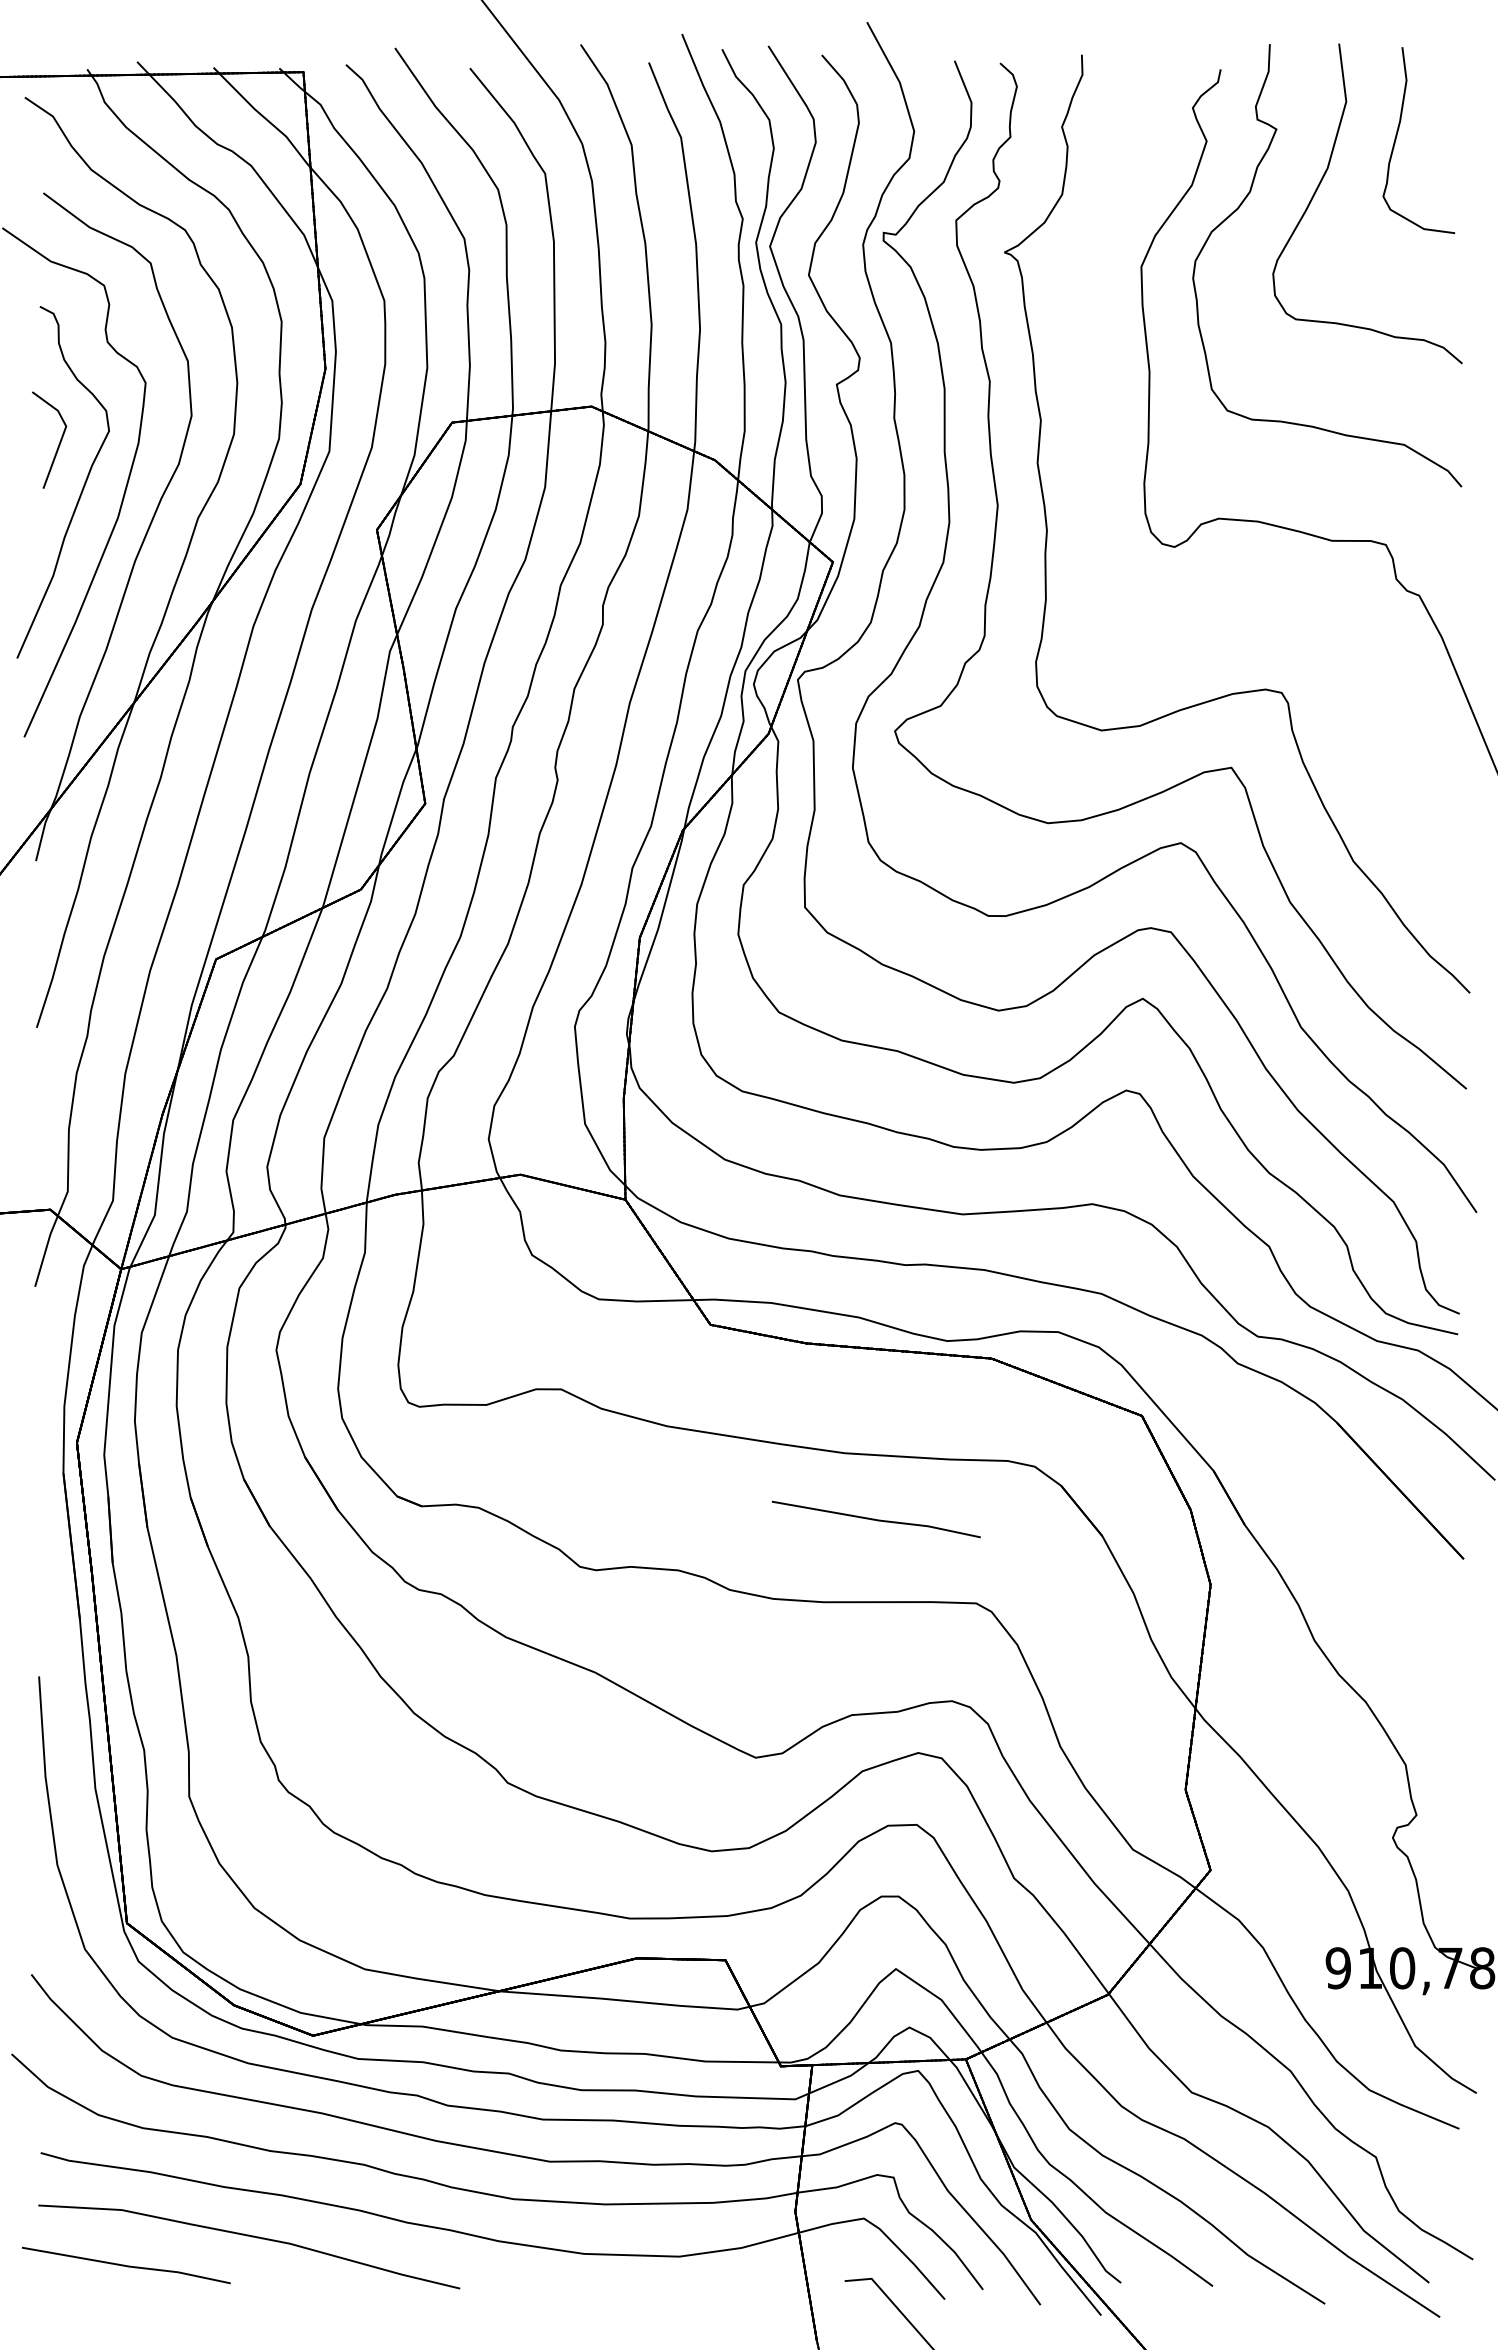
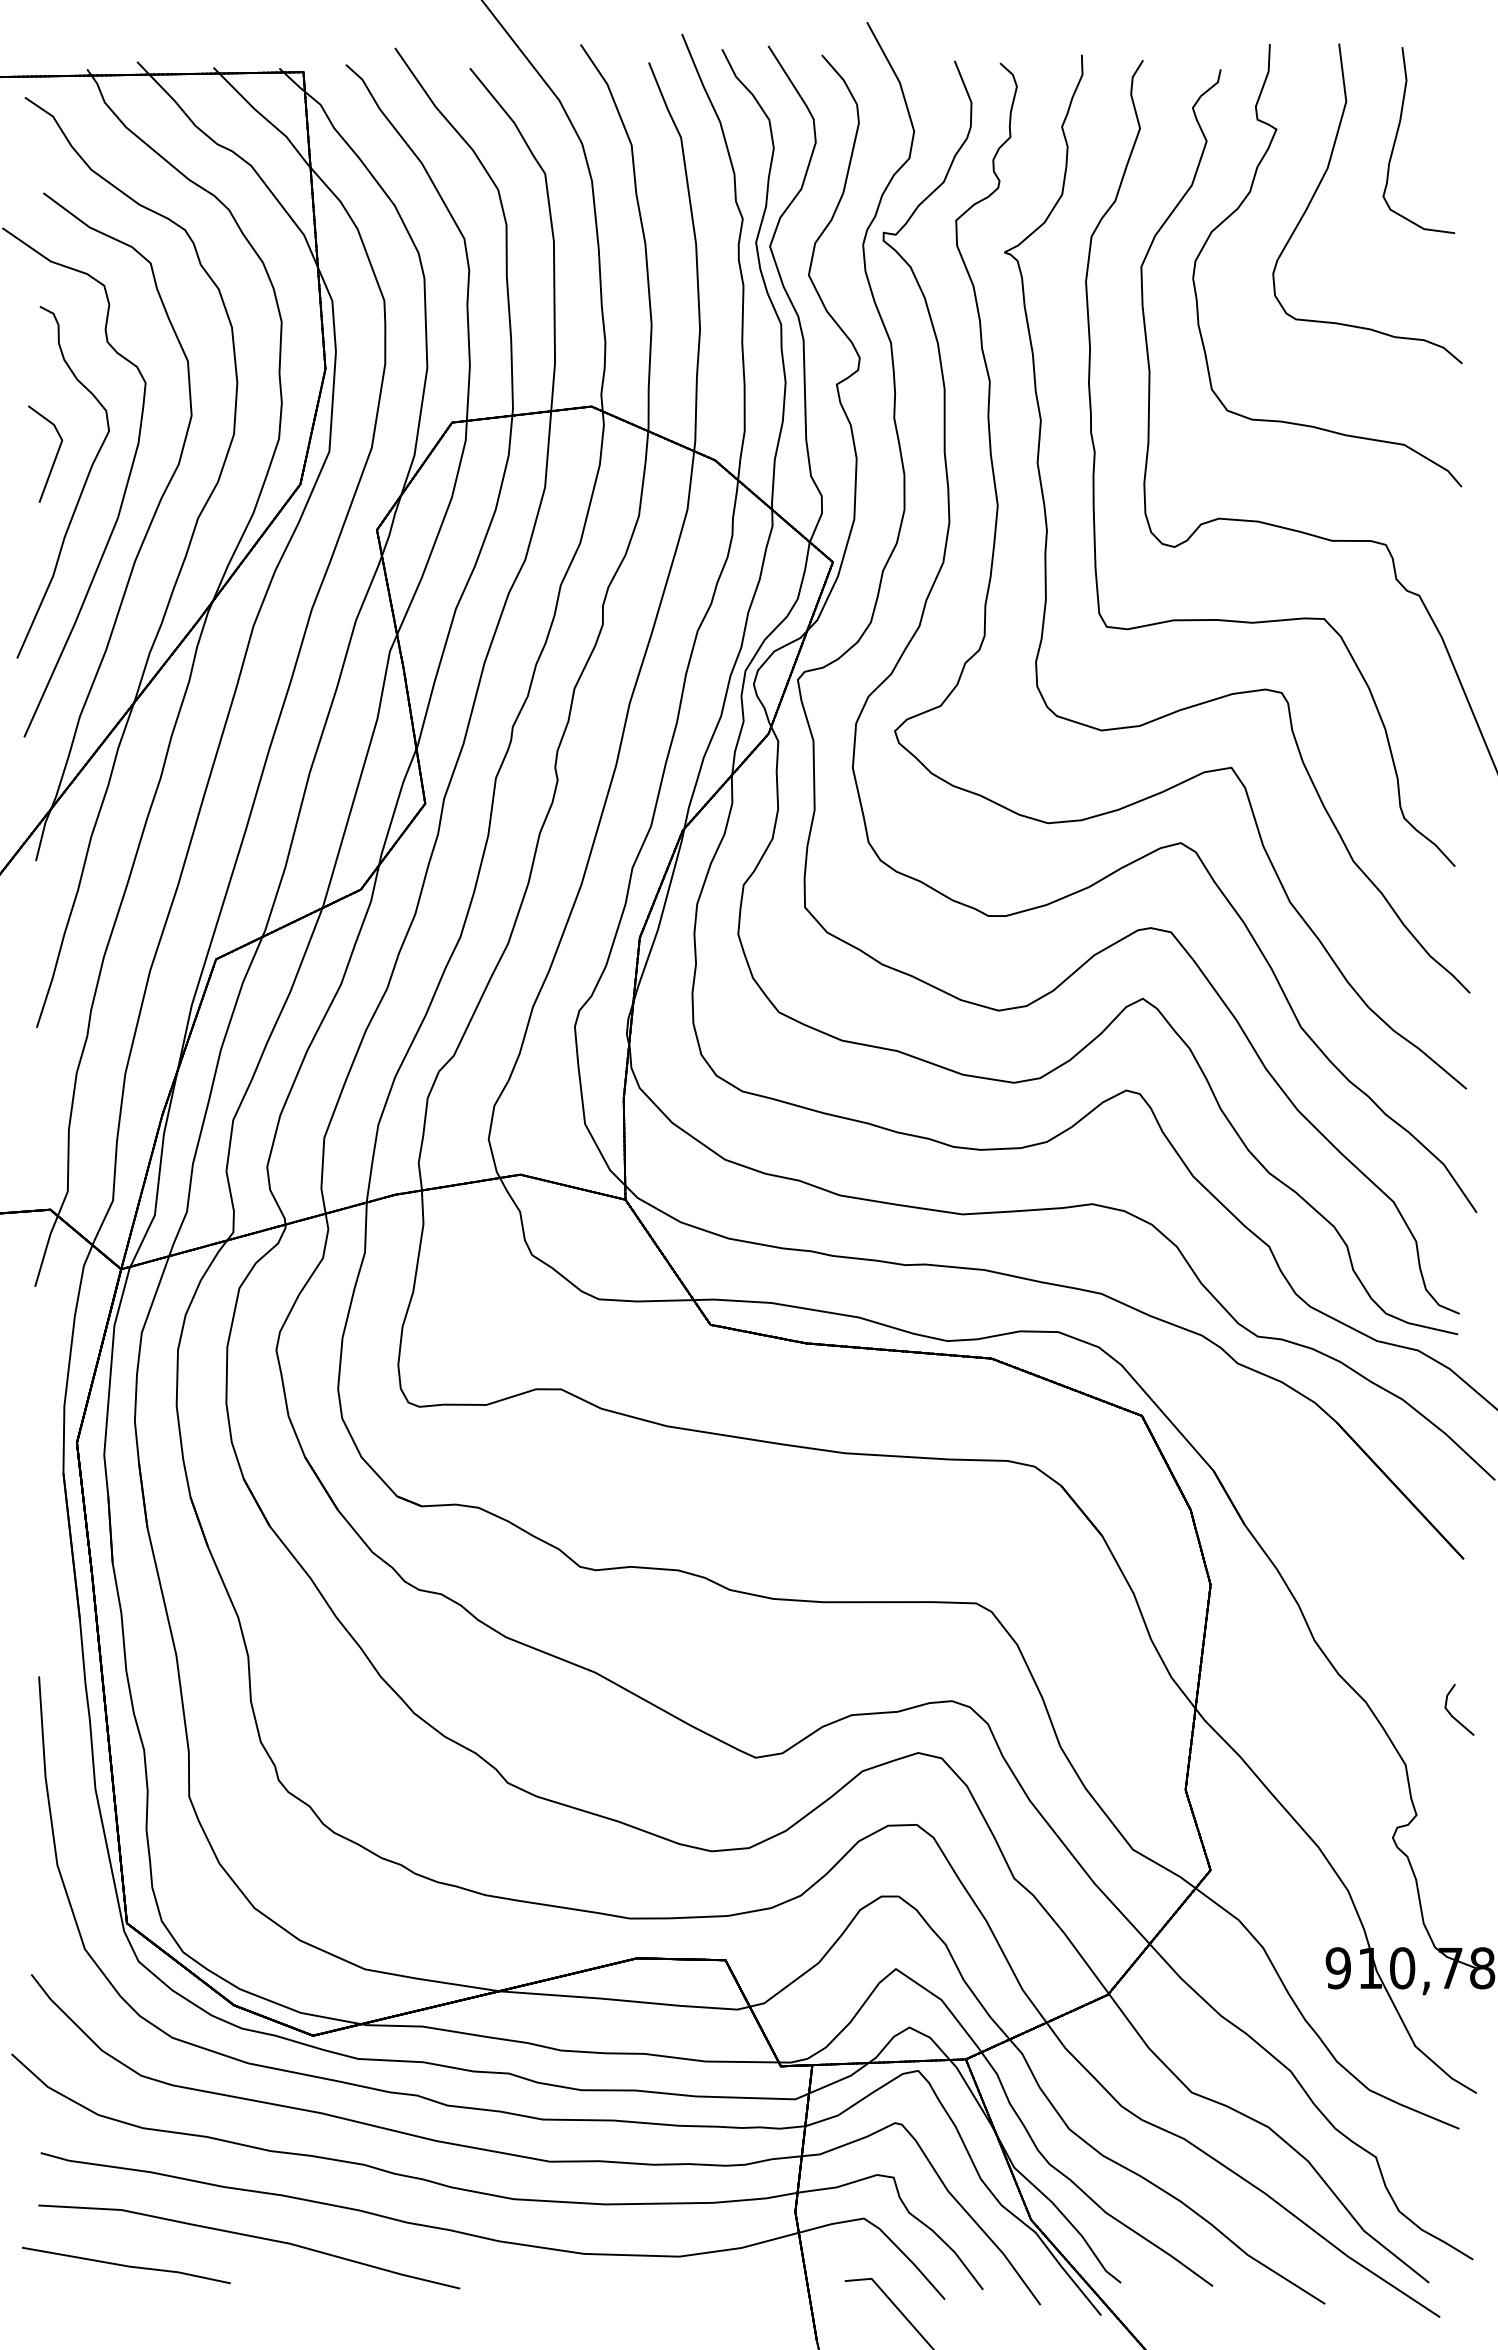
line at (59, 441) position: (59, 441) -> (55, 455)
curve at (1288, 618): none -> present
line at (876, 1519): present -> none
line at (1451, 1713): none -> present
